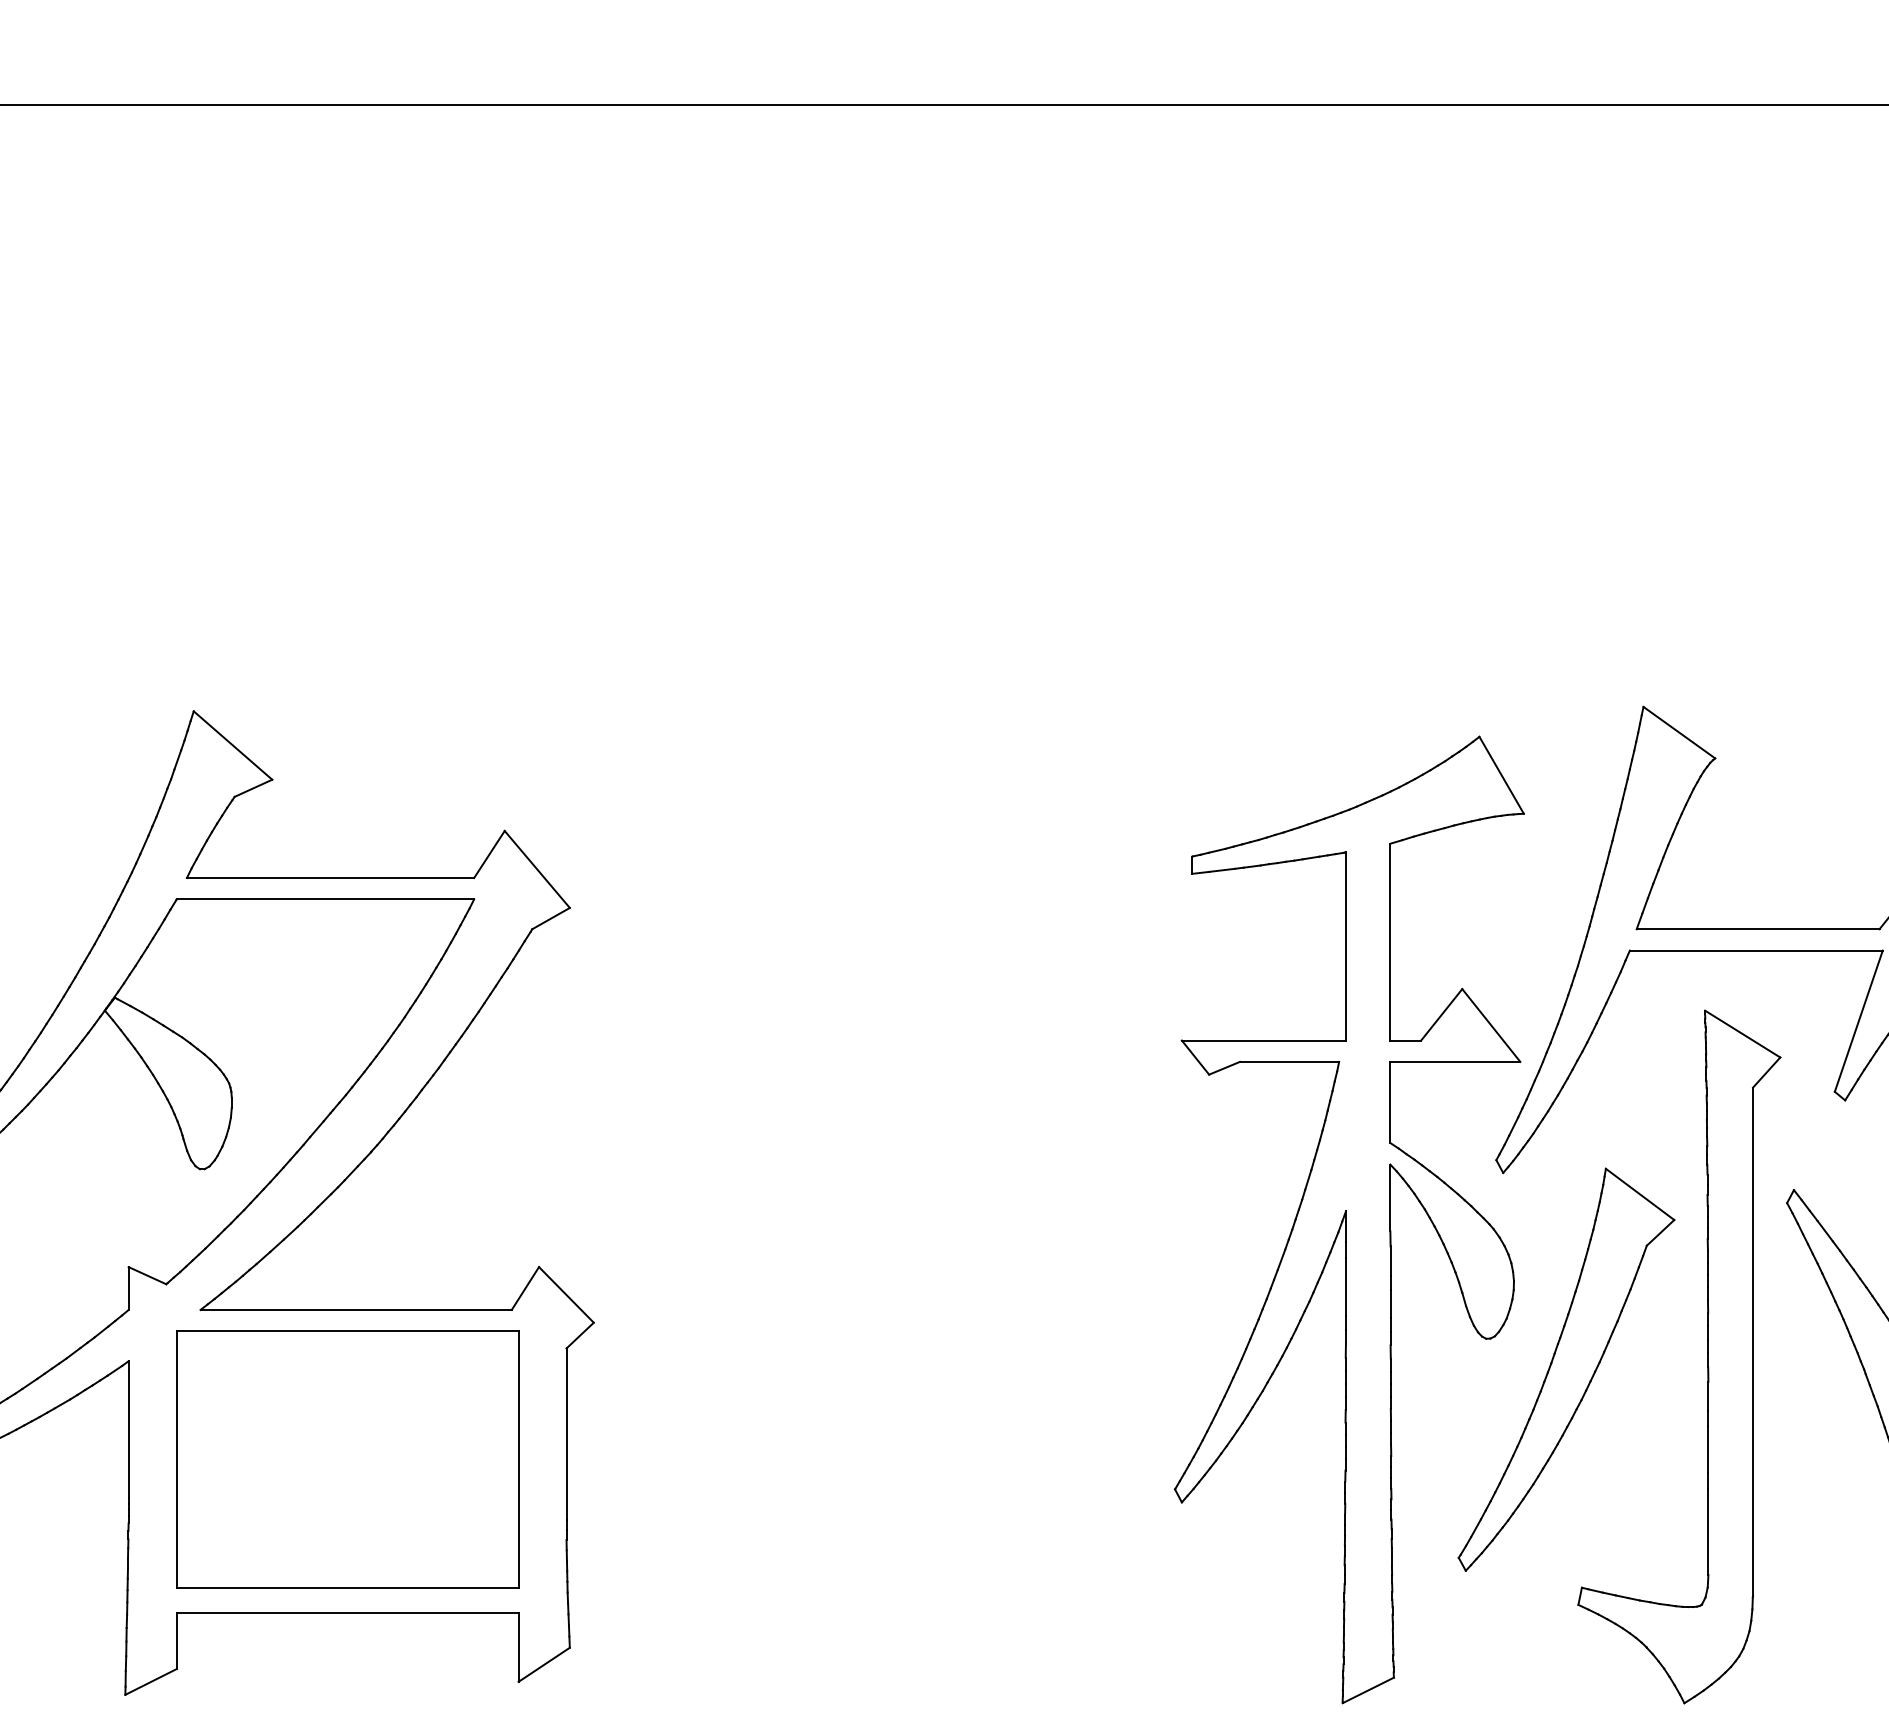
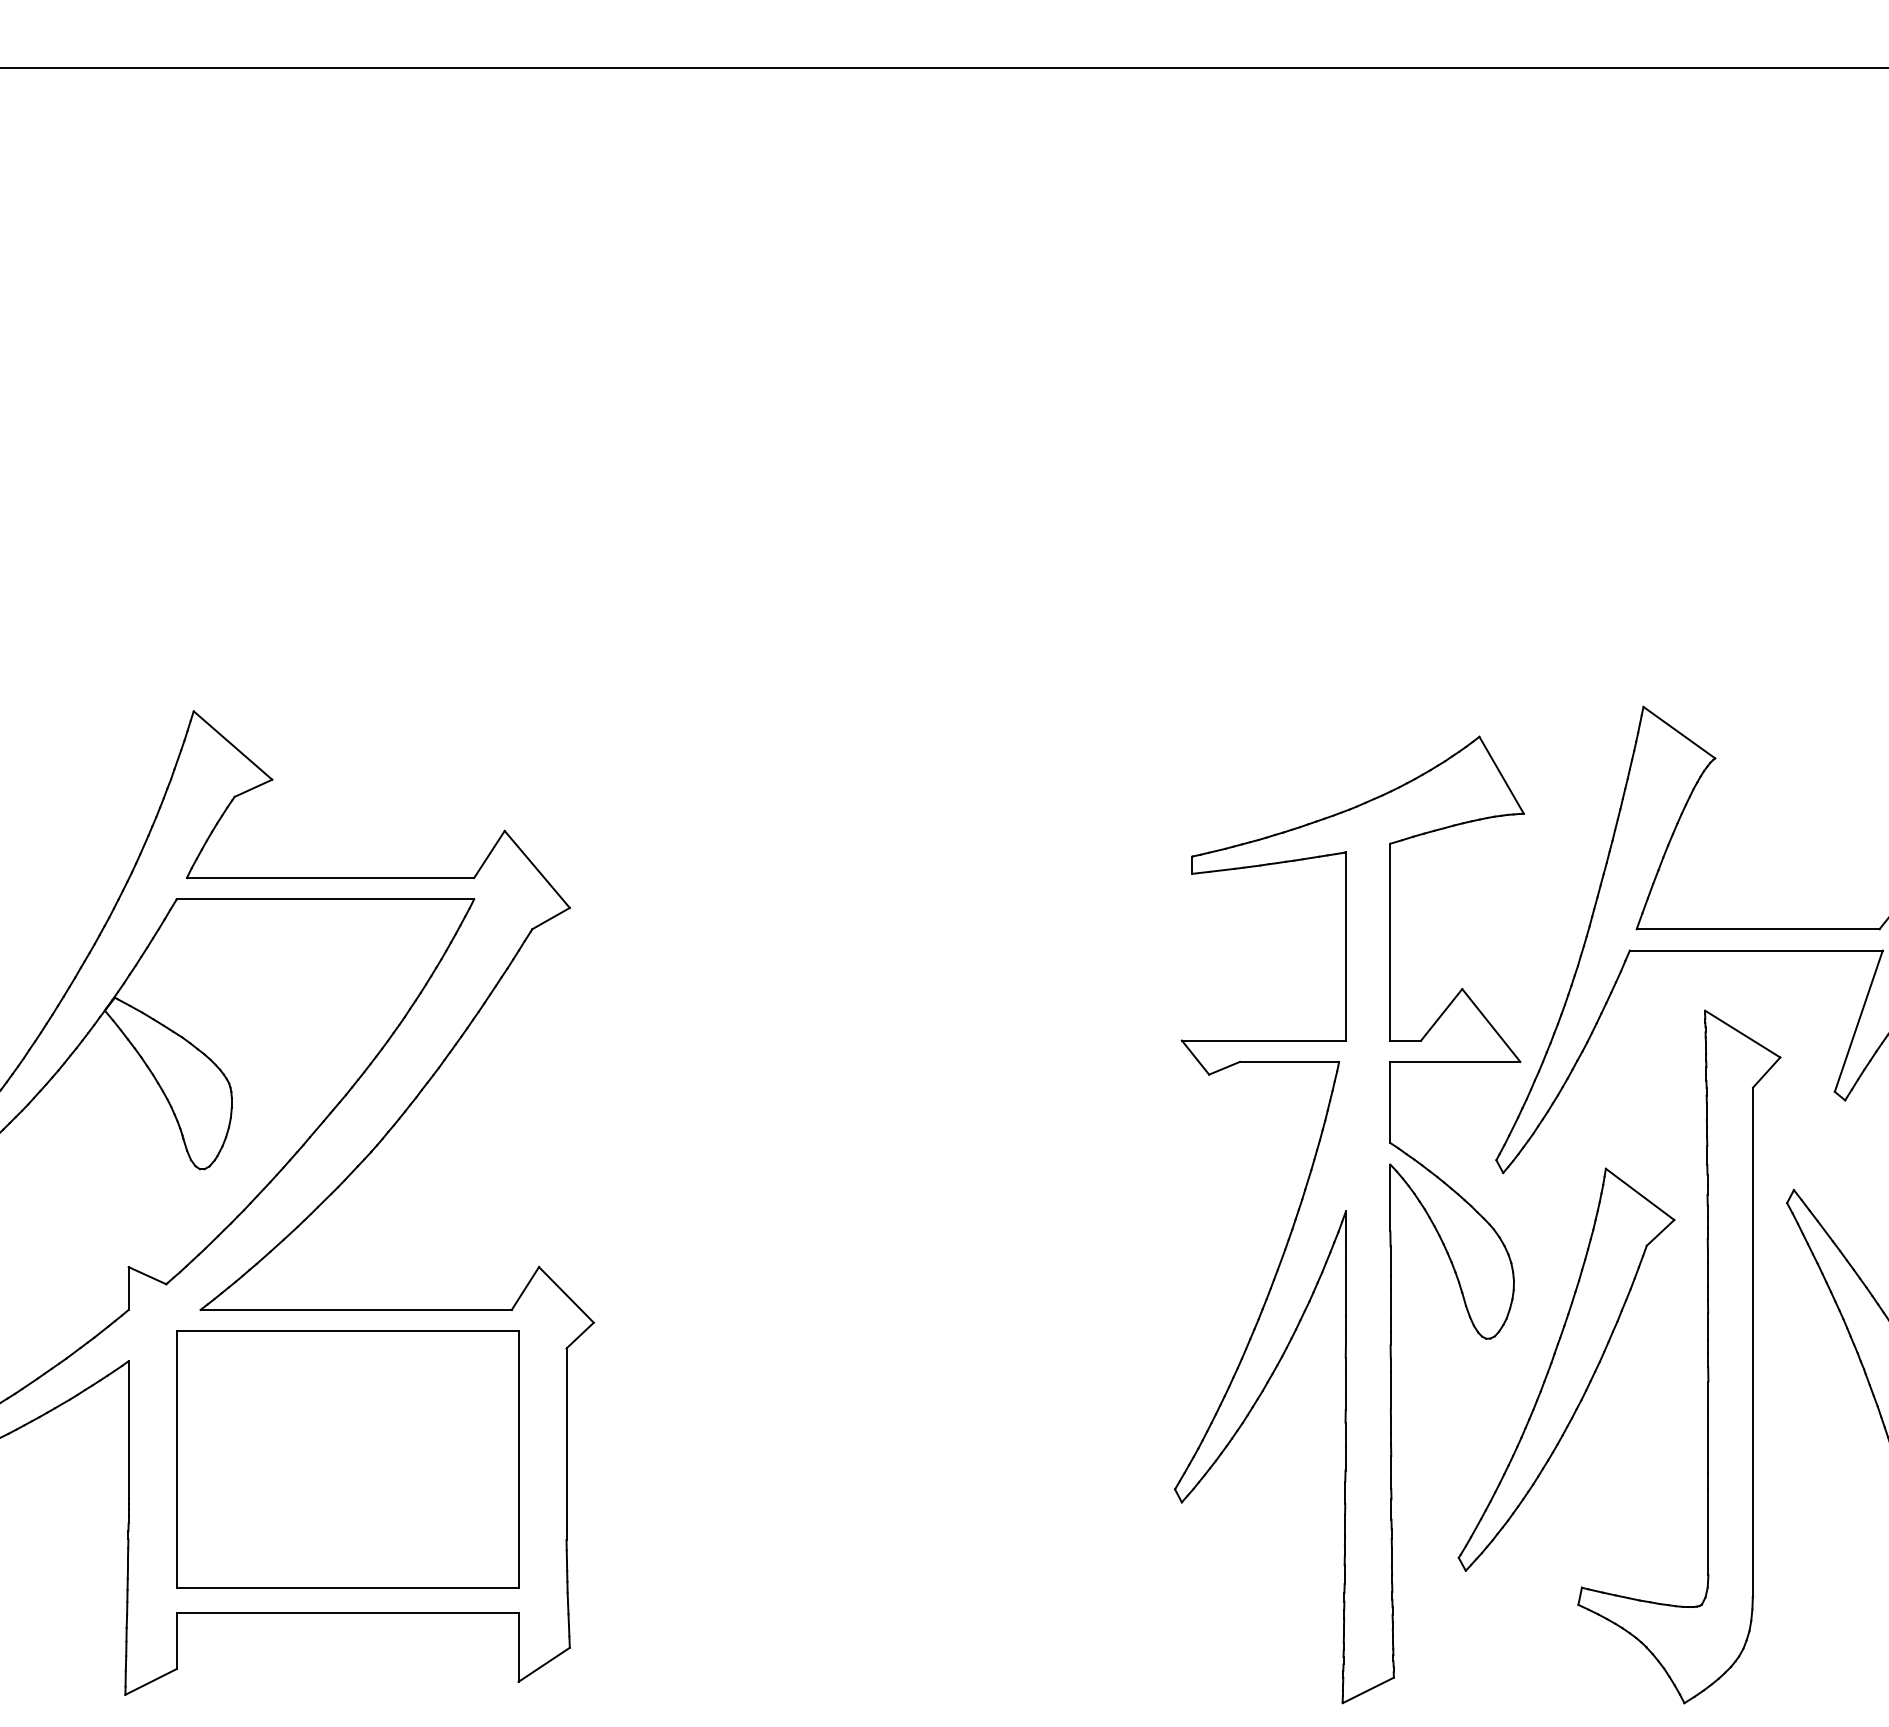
line at (943, 105) position: (943, 105) -> (943, 68)
